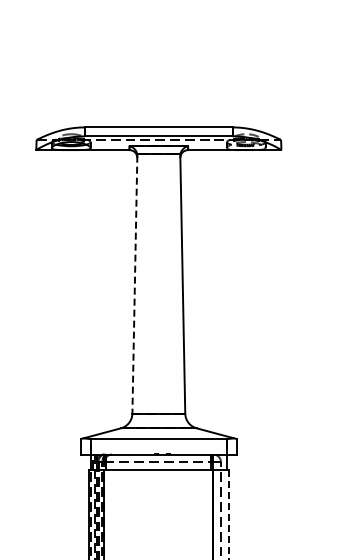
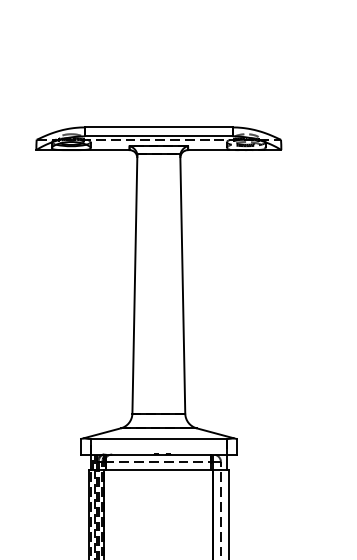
line at (134, 284): dashed -> solid
line at (228, 514): dashed -> solid
